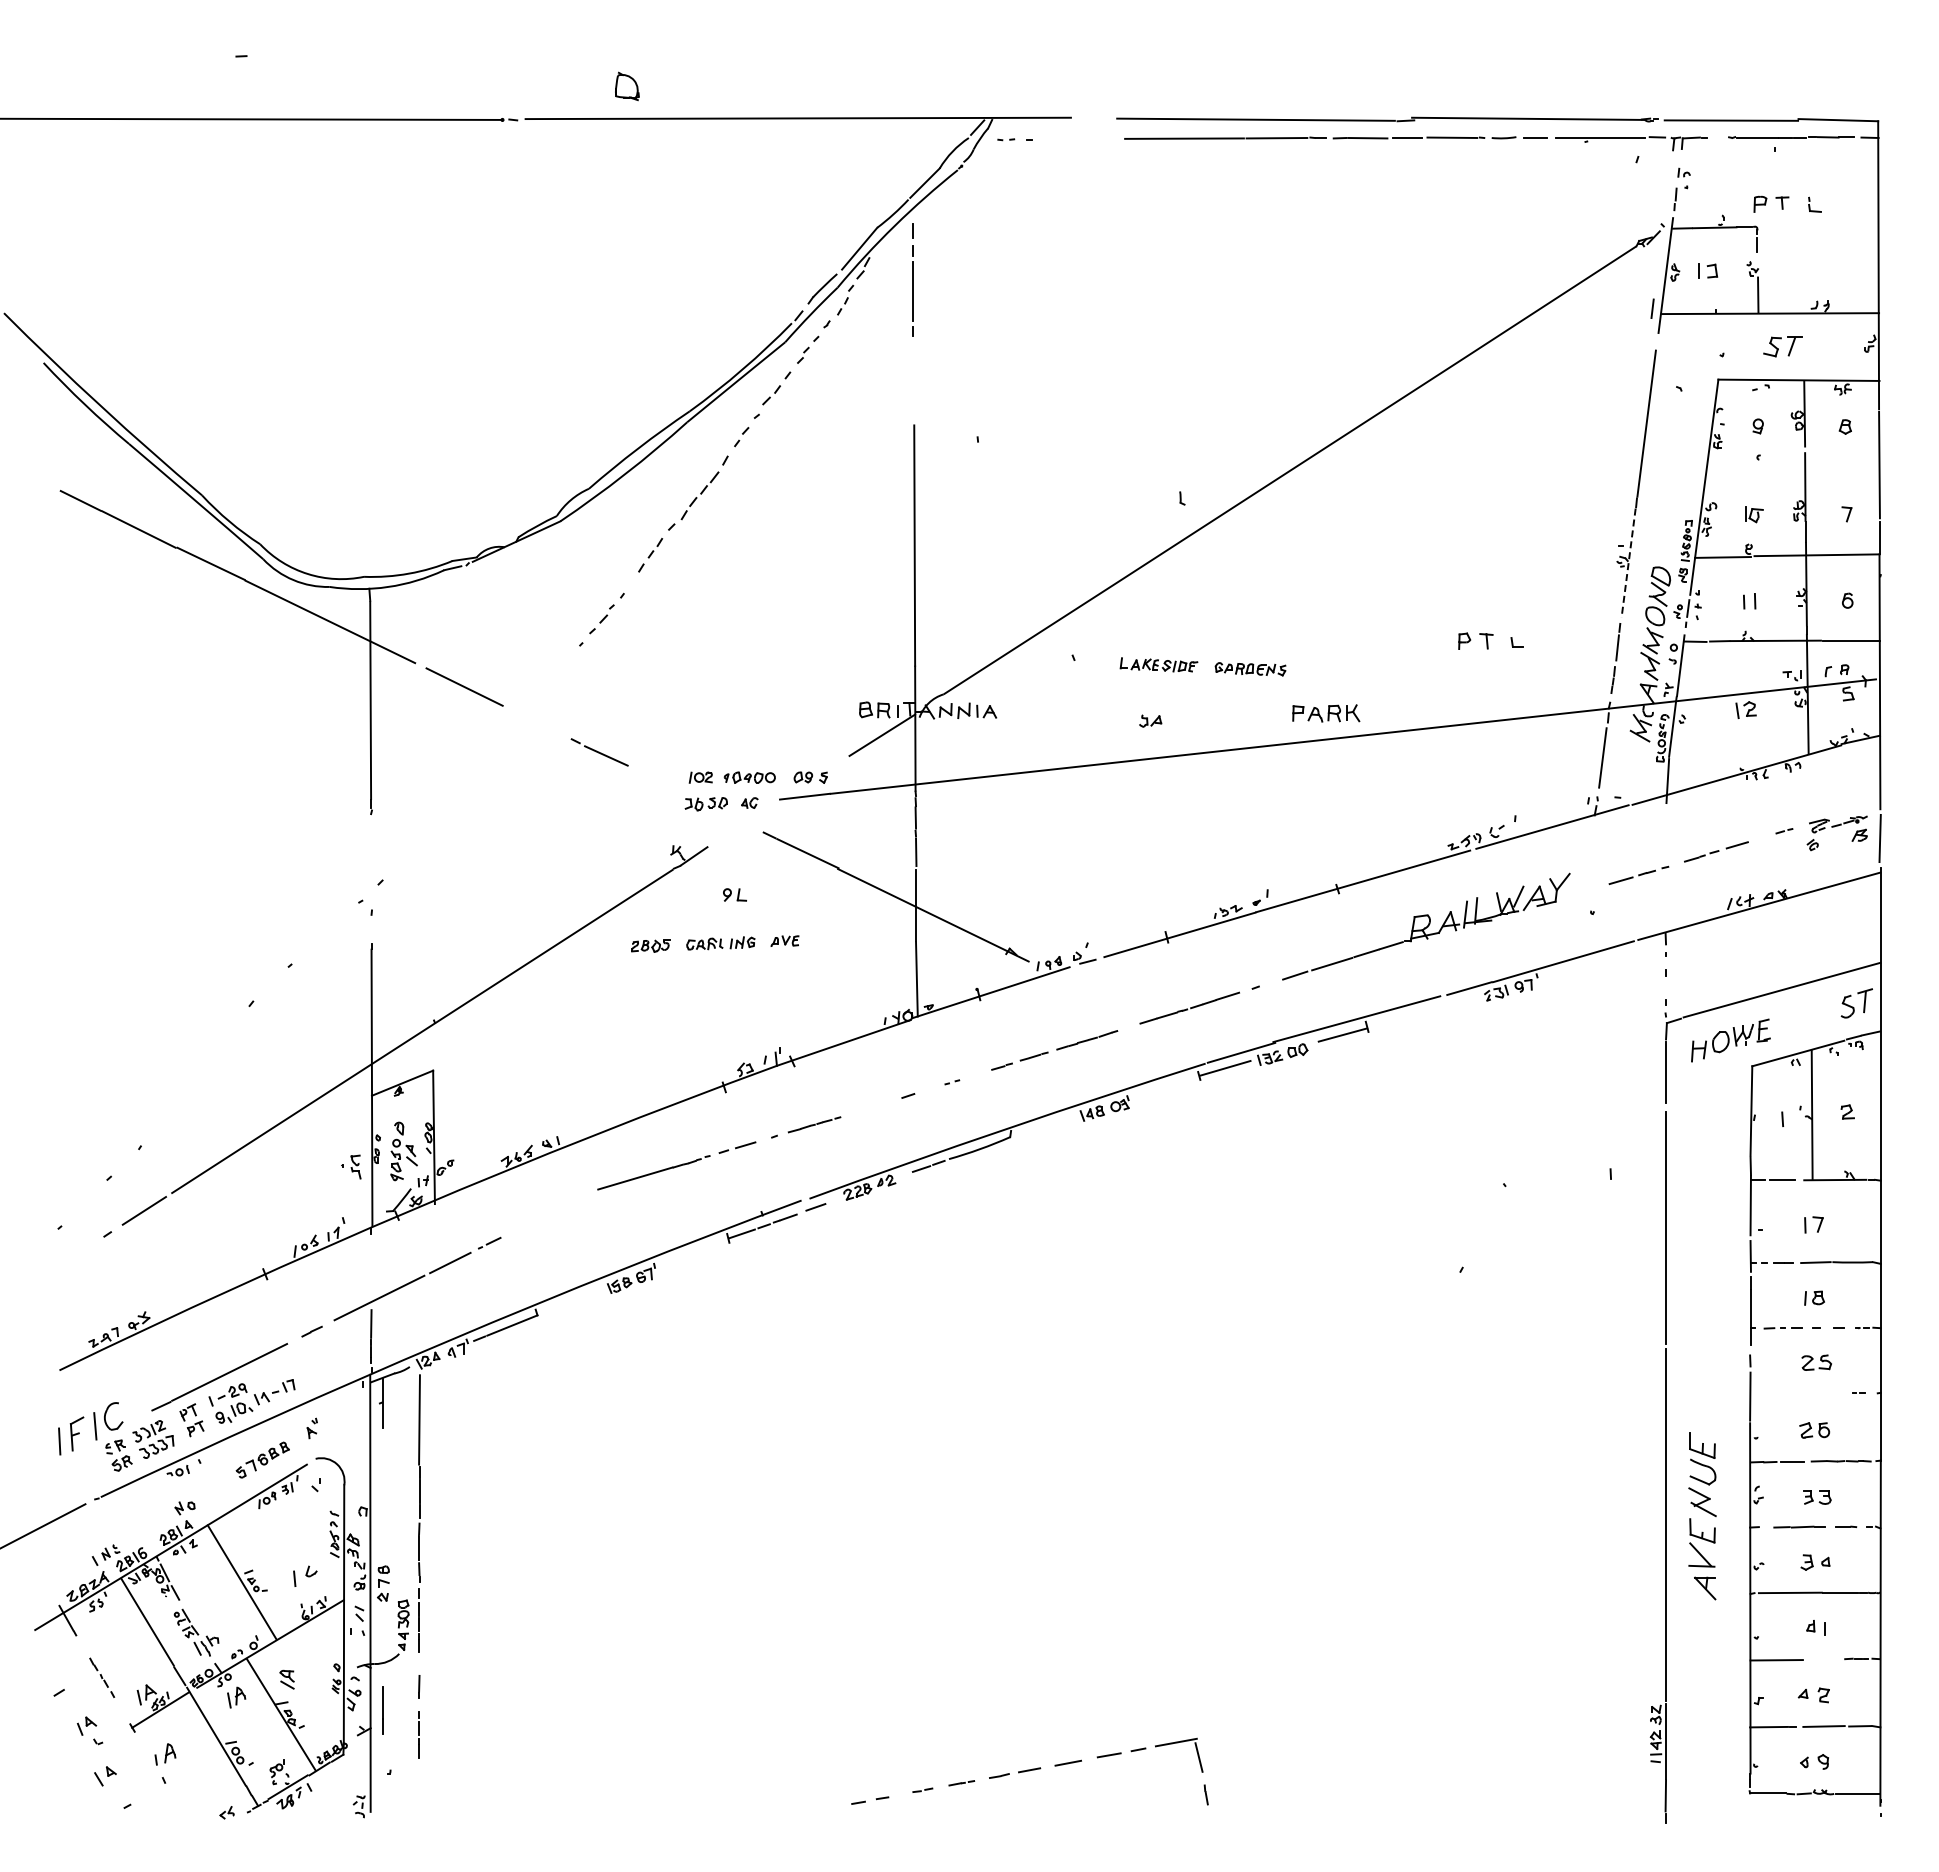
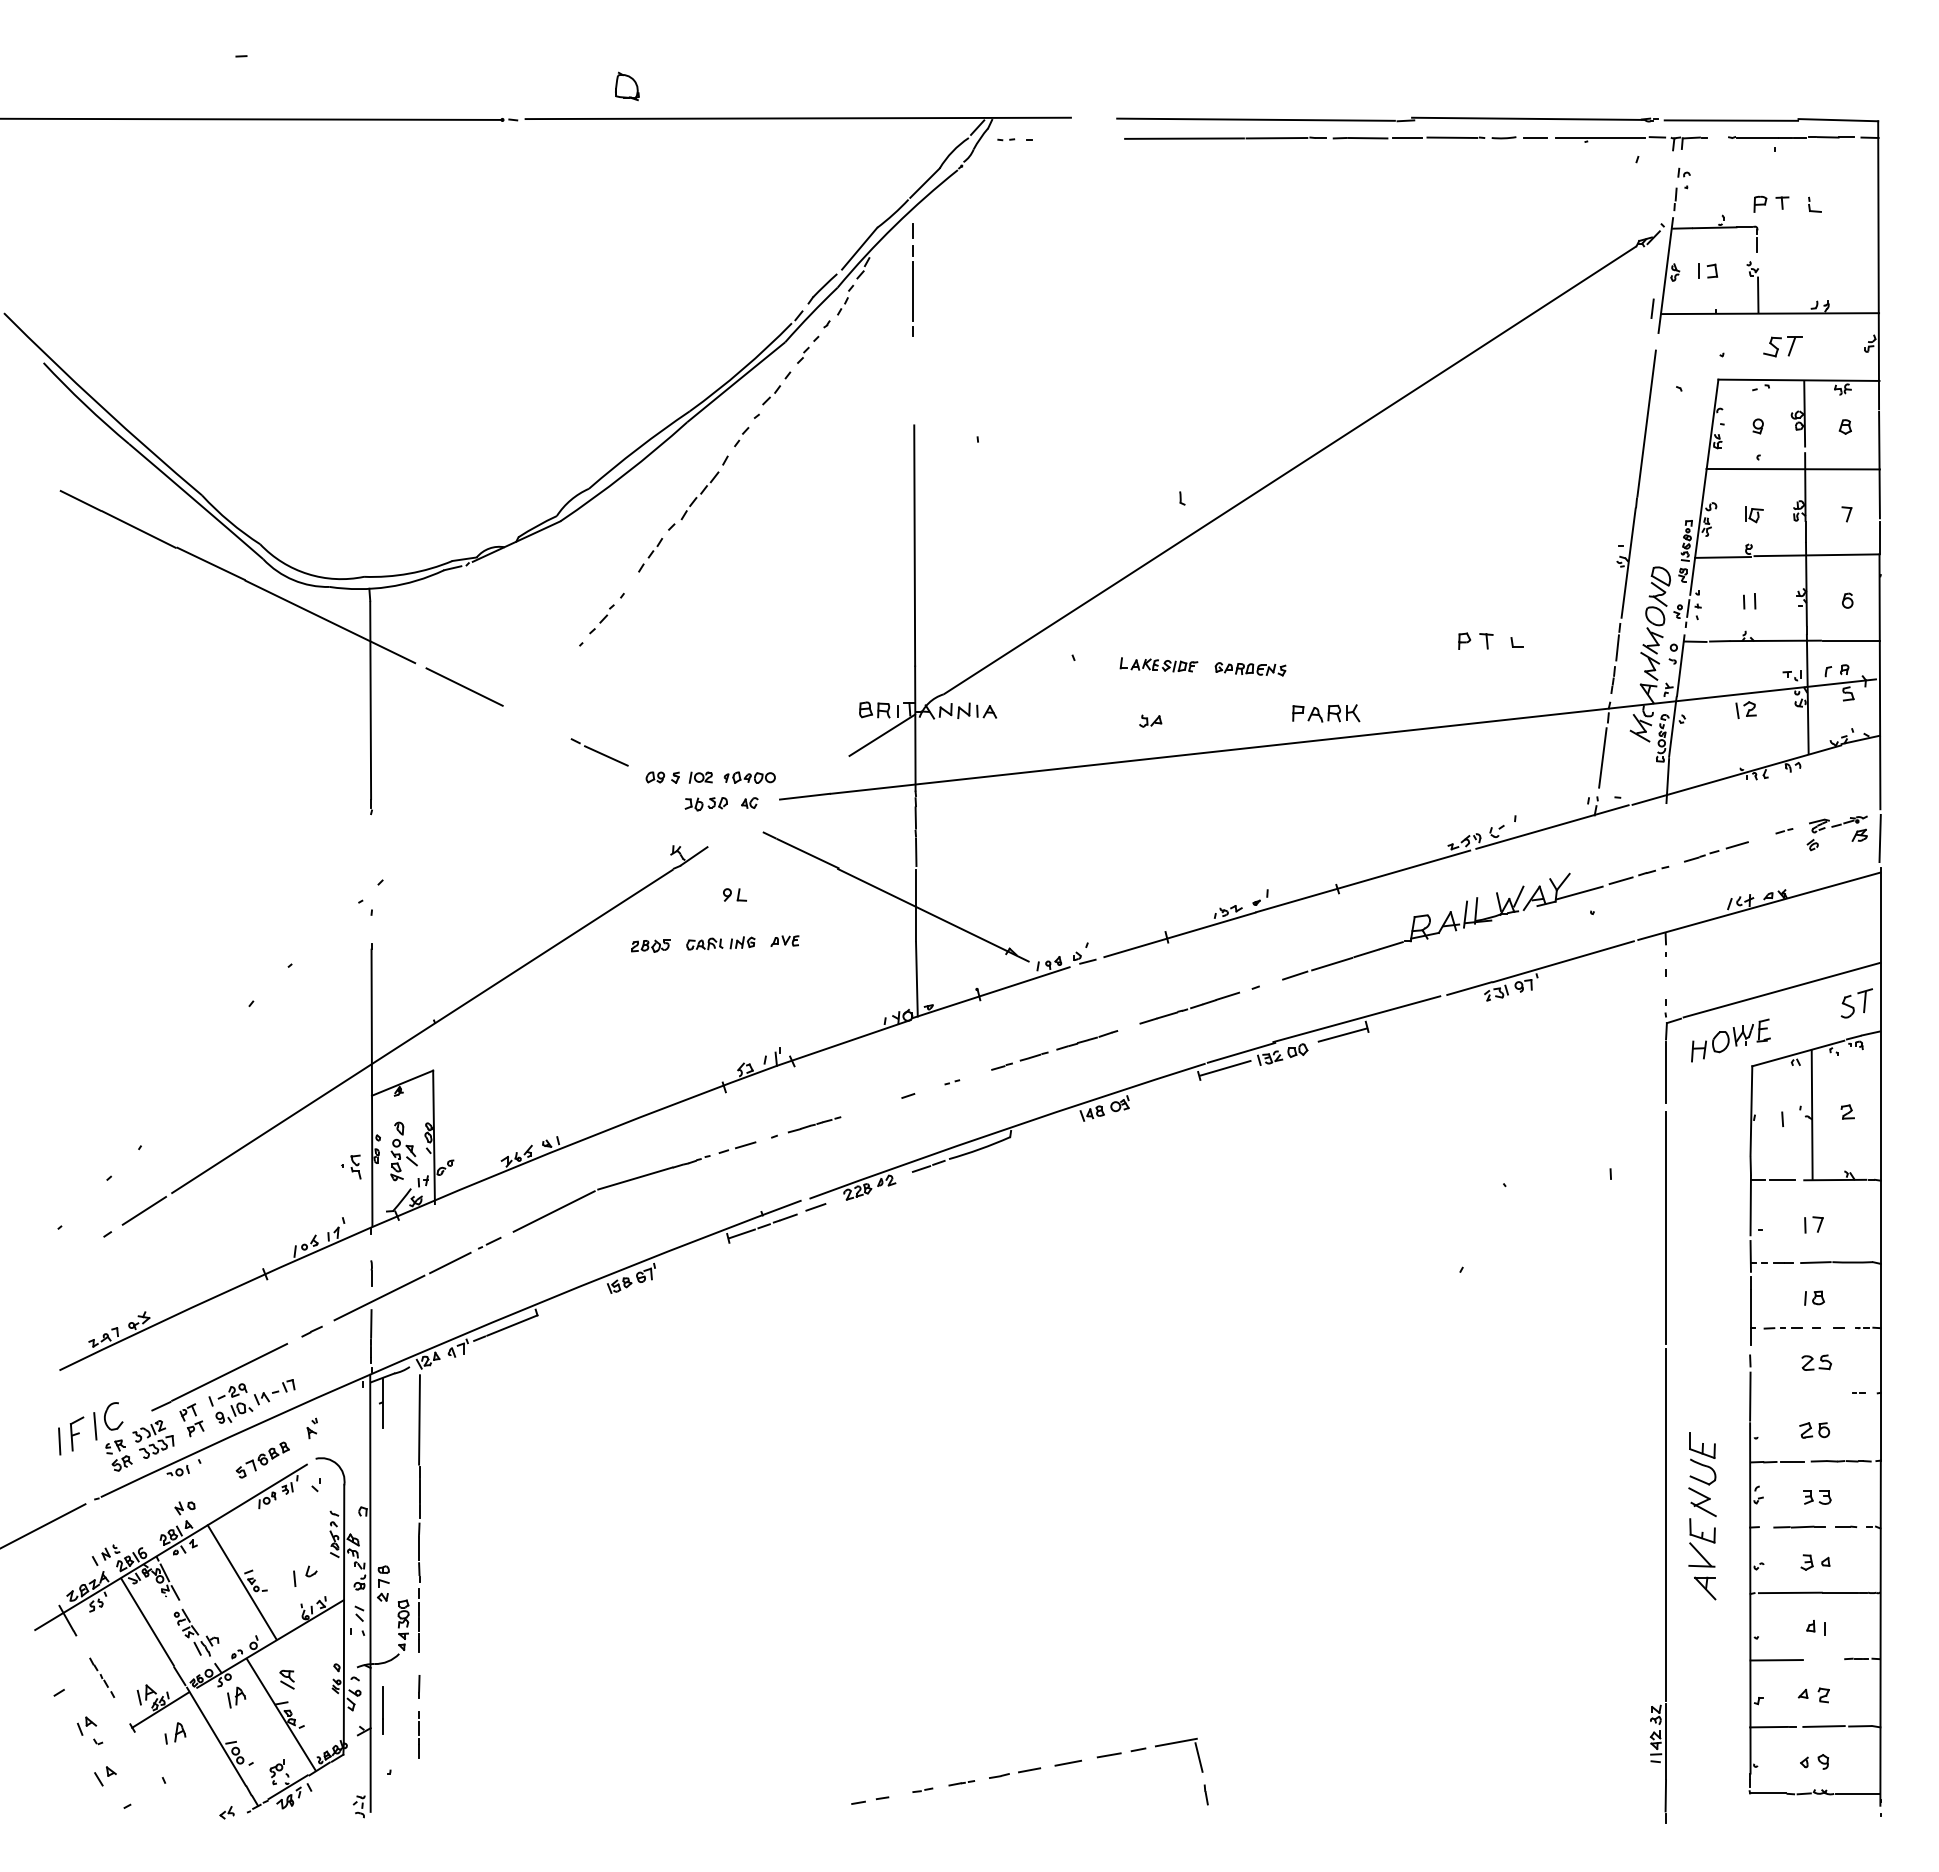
line at (1792, 469): none -> present
line at (1628, 563): dashed -> solid
part at (810, 777) position: (810, 777) -> (662, 777)
line at (1579, 892): none -> present
line at (553, 1211): none -> present
line at (371, 1273): none -> present
part at (165, 1754) position: (165, 1754) -> (175, 1733)
